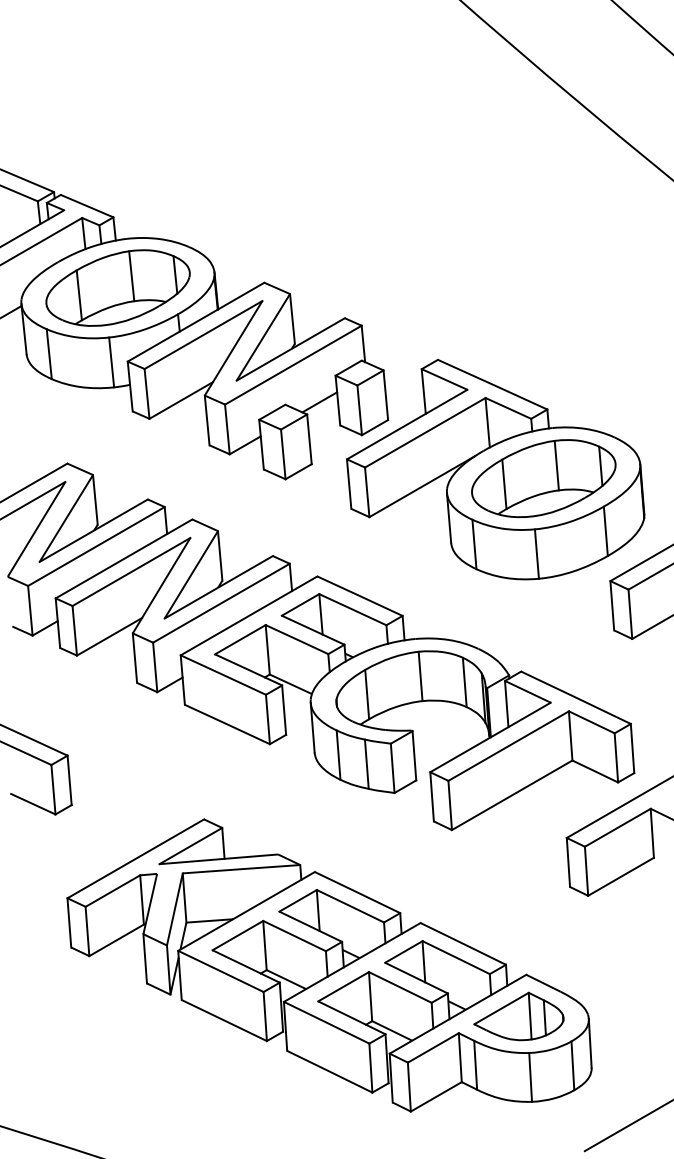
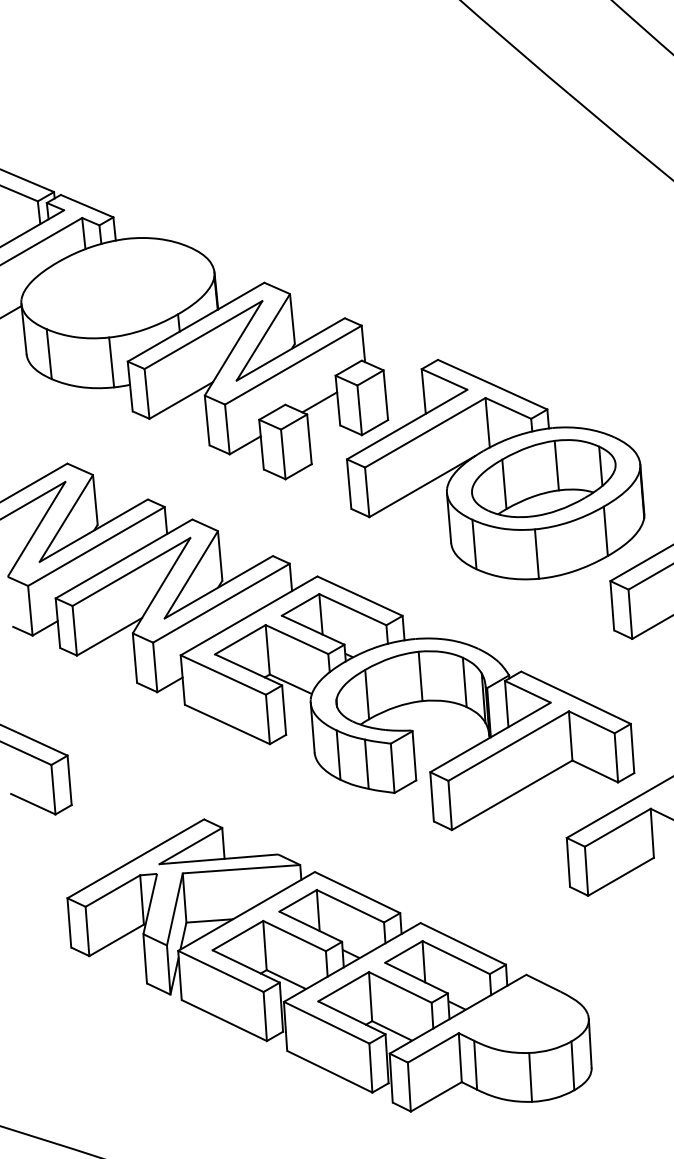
part at (117, 287): present -> none
part at (518, 1016): present -> none
line at (627, 1126): present -> none
